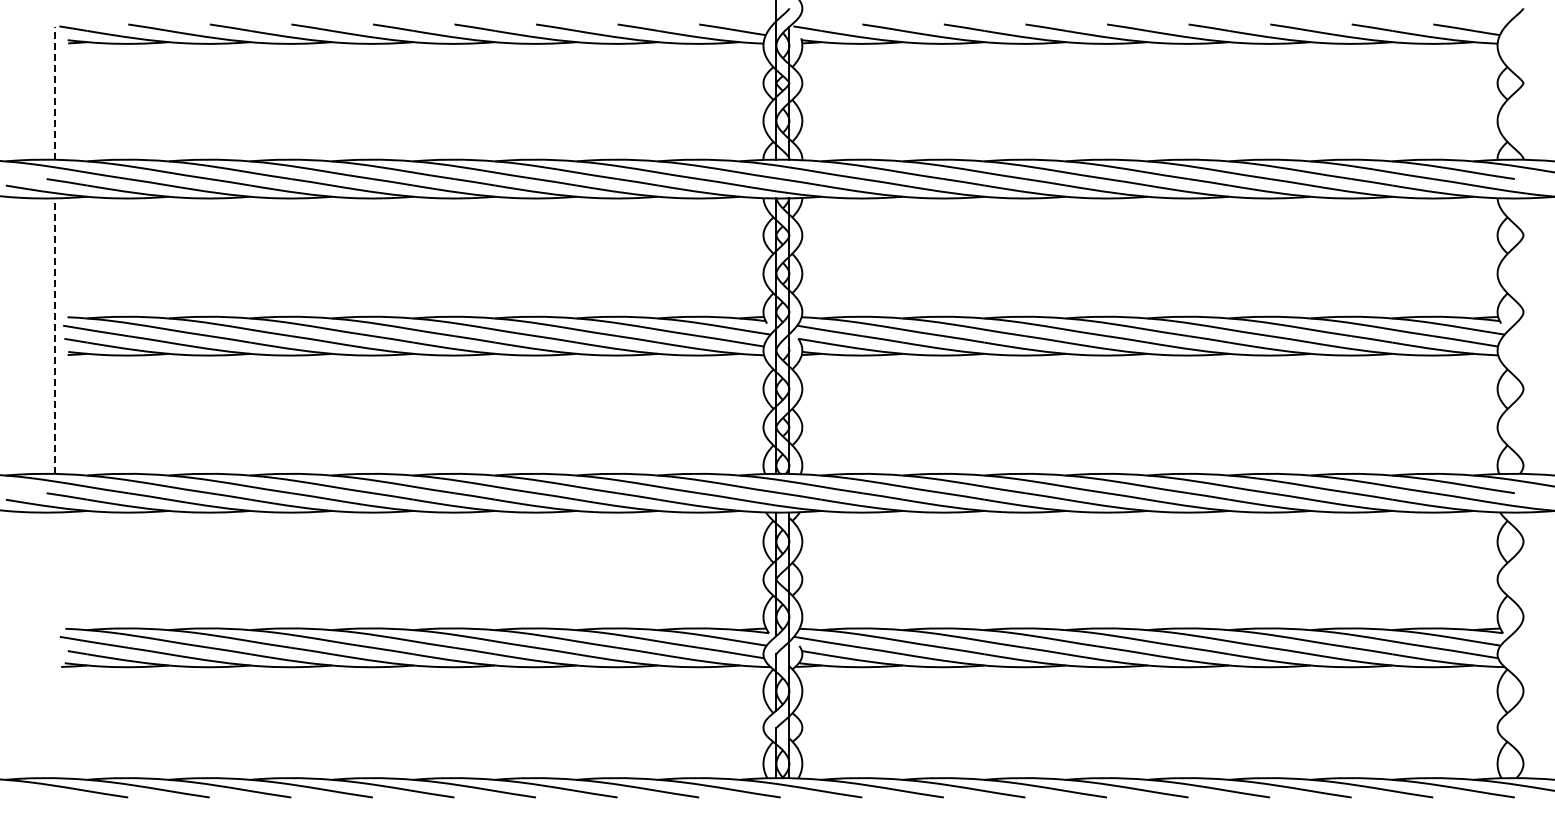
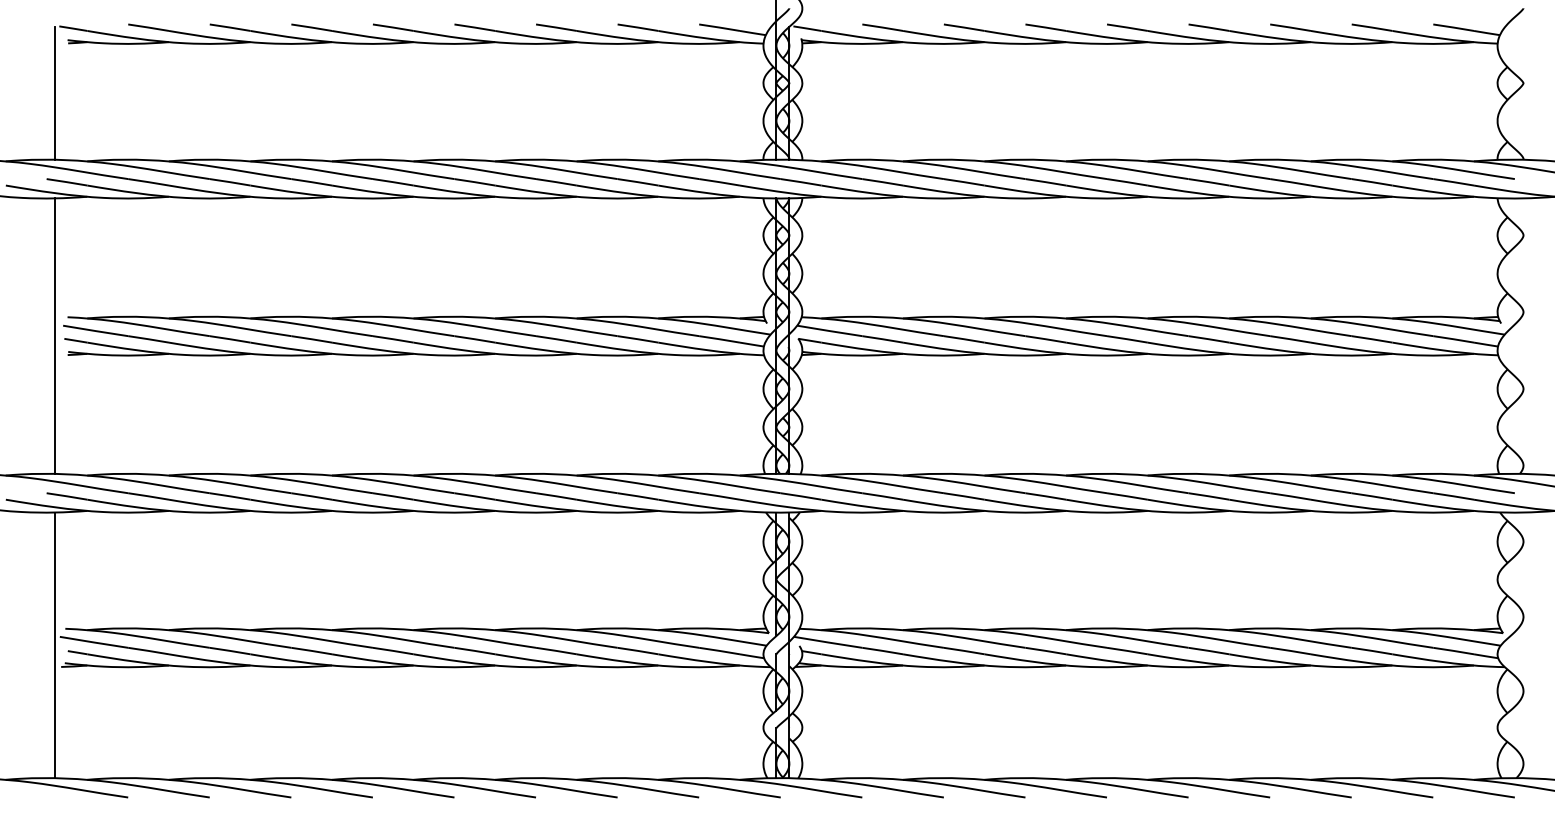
line at (55, 92): dashed -> solid
line at (55, 336): dashed -> solid
line at (55, 645): none -> present
